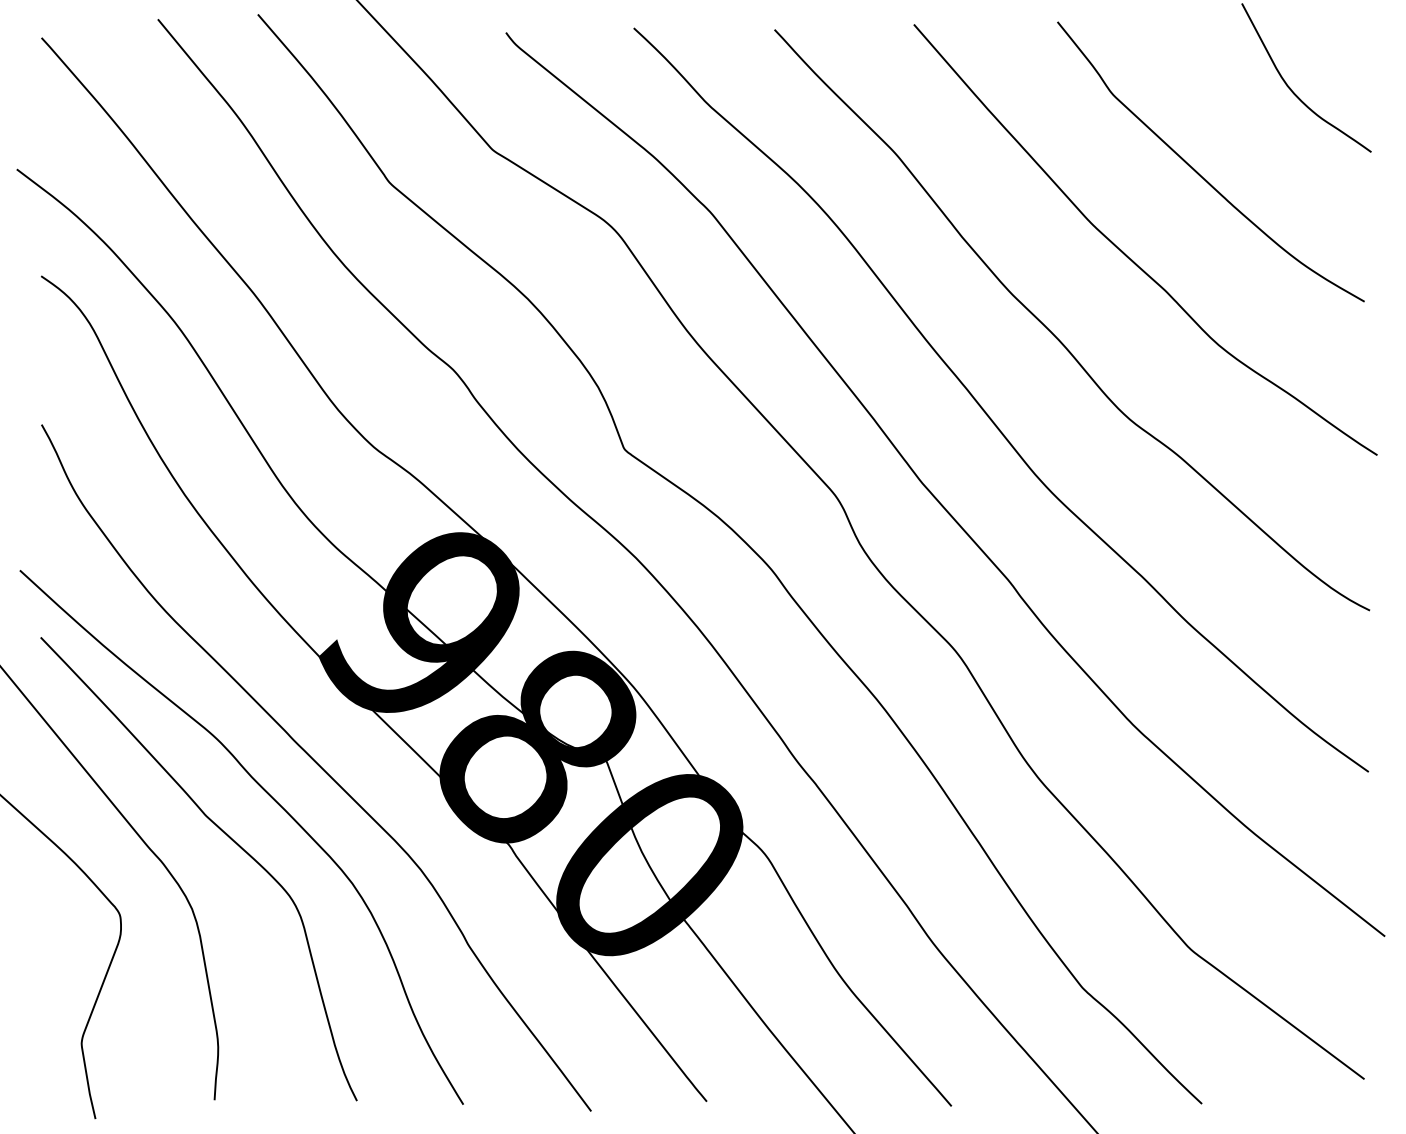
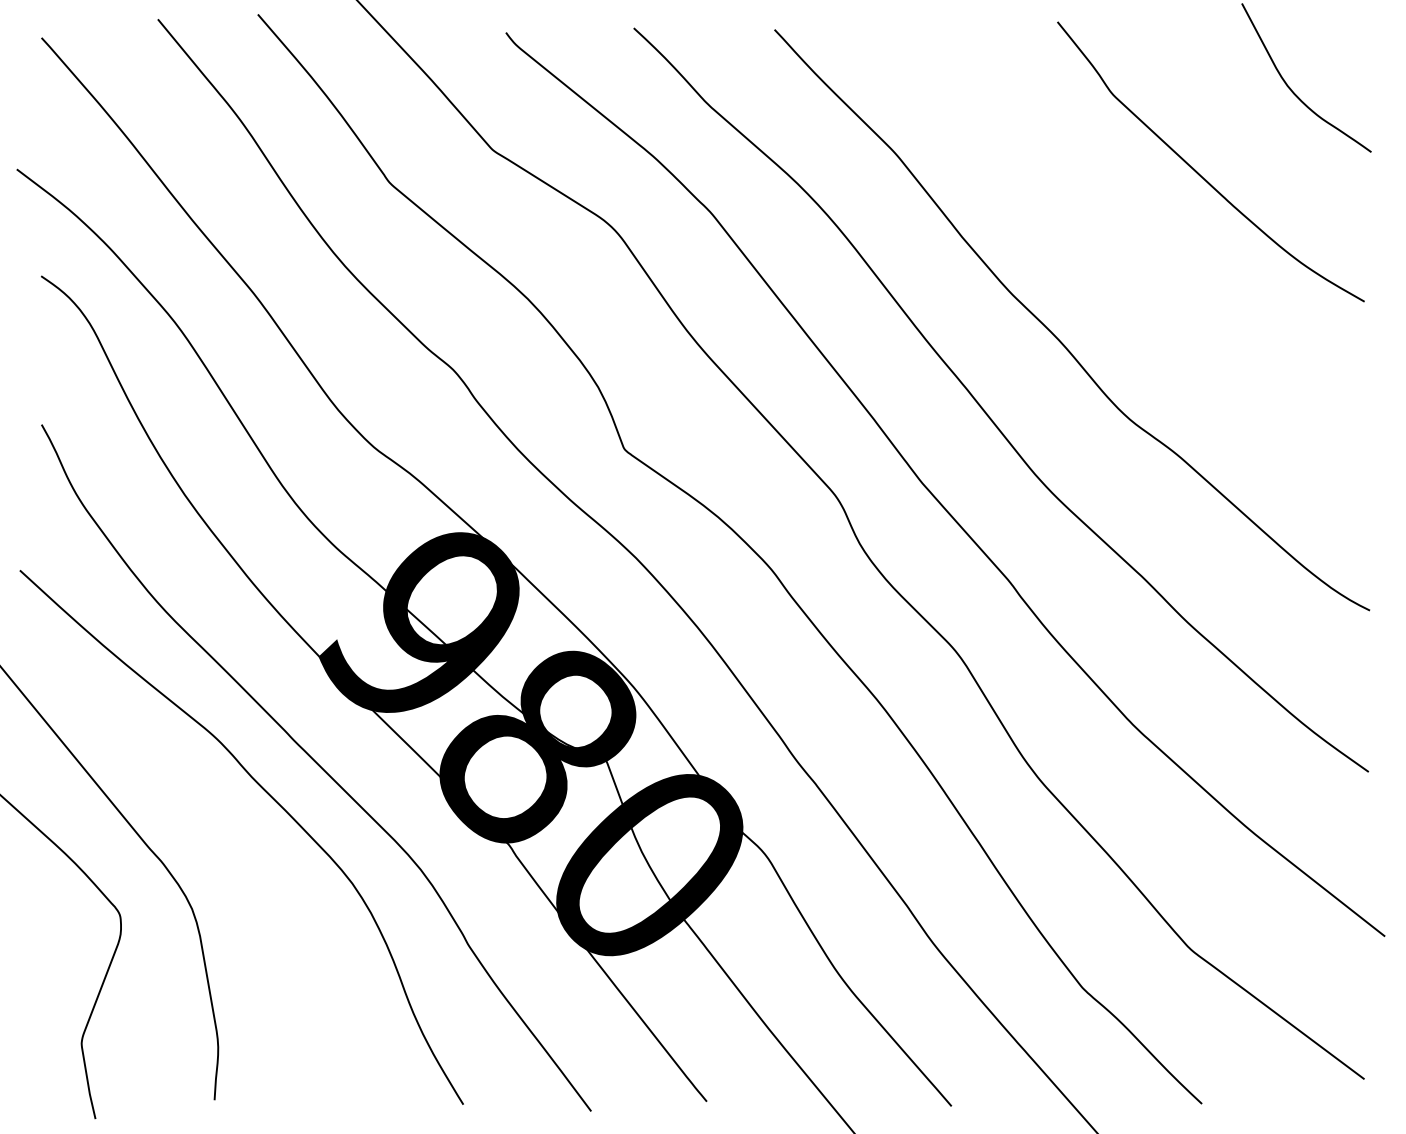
curve at (1132, 259): present -> none
curve at (229, 838): present -> none
